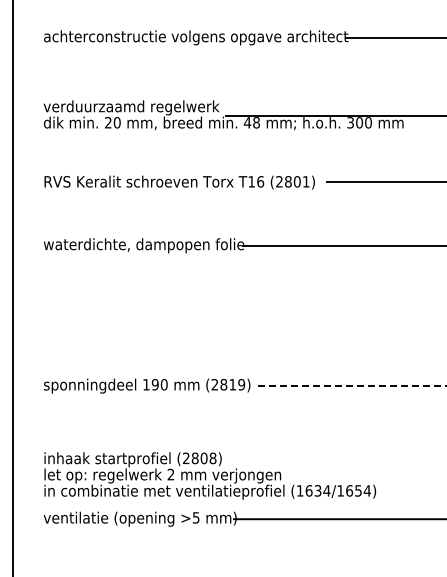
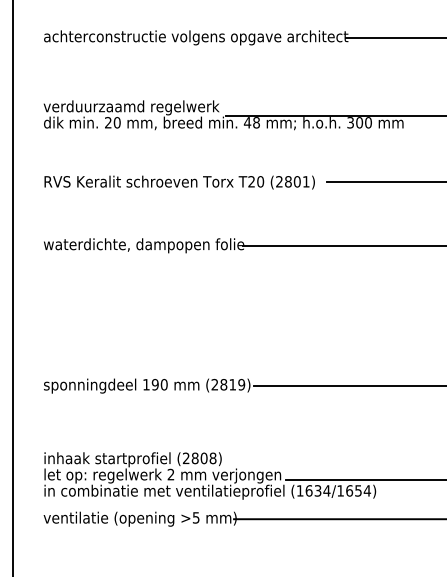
text at (256, 181): T16 -> T20
line at (350, 386): dashed -> solid
line at (364, 480): none -> present
